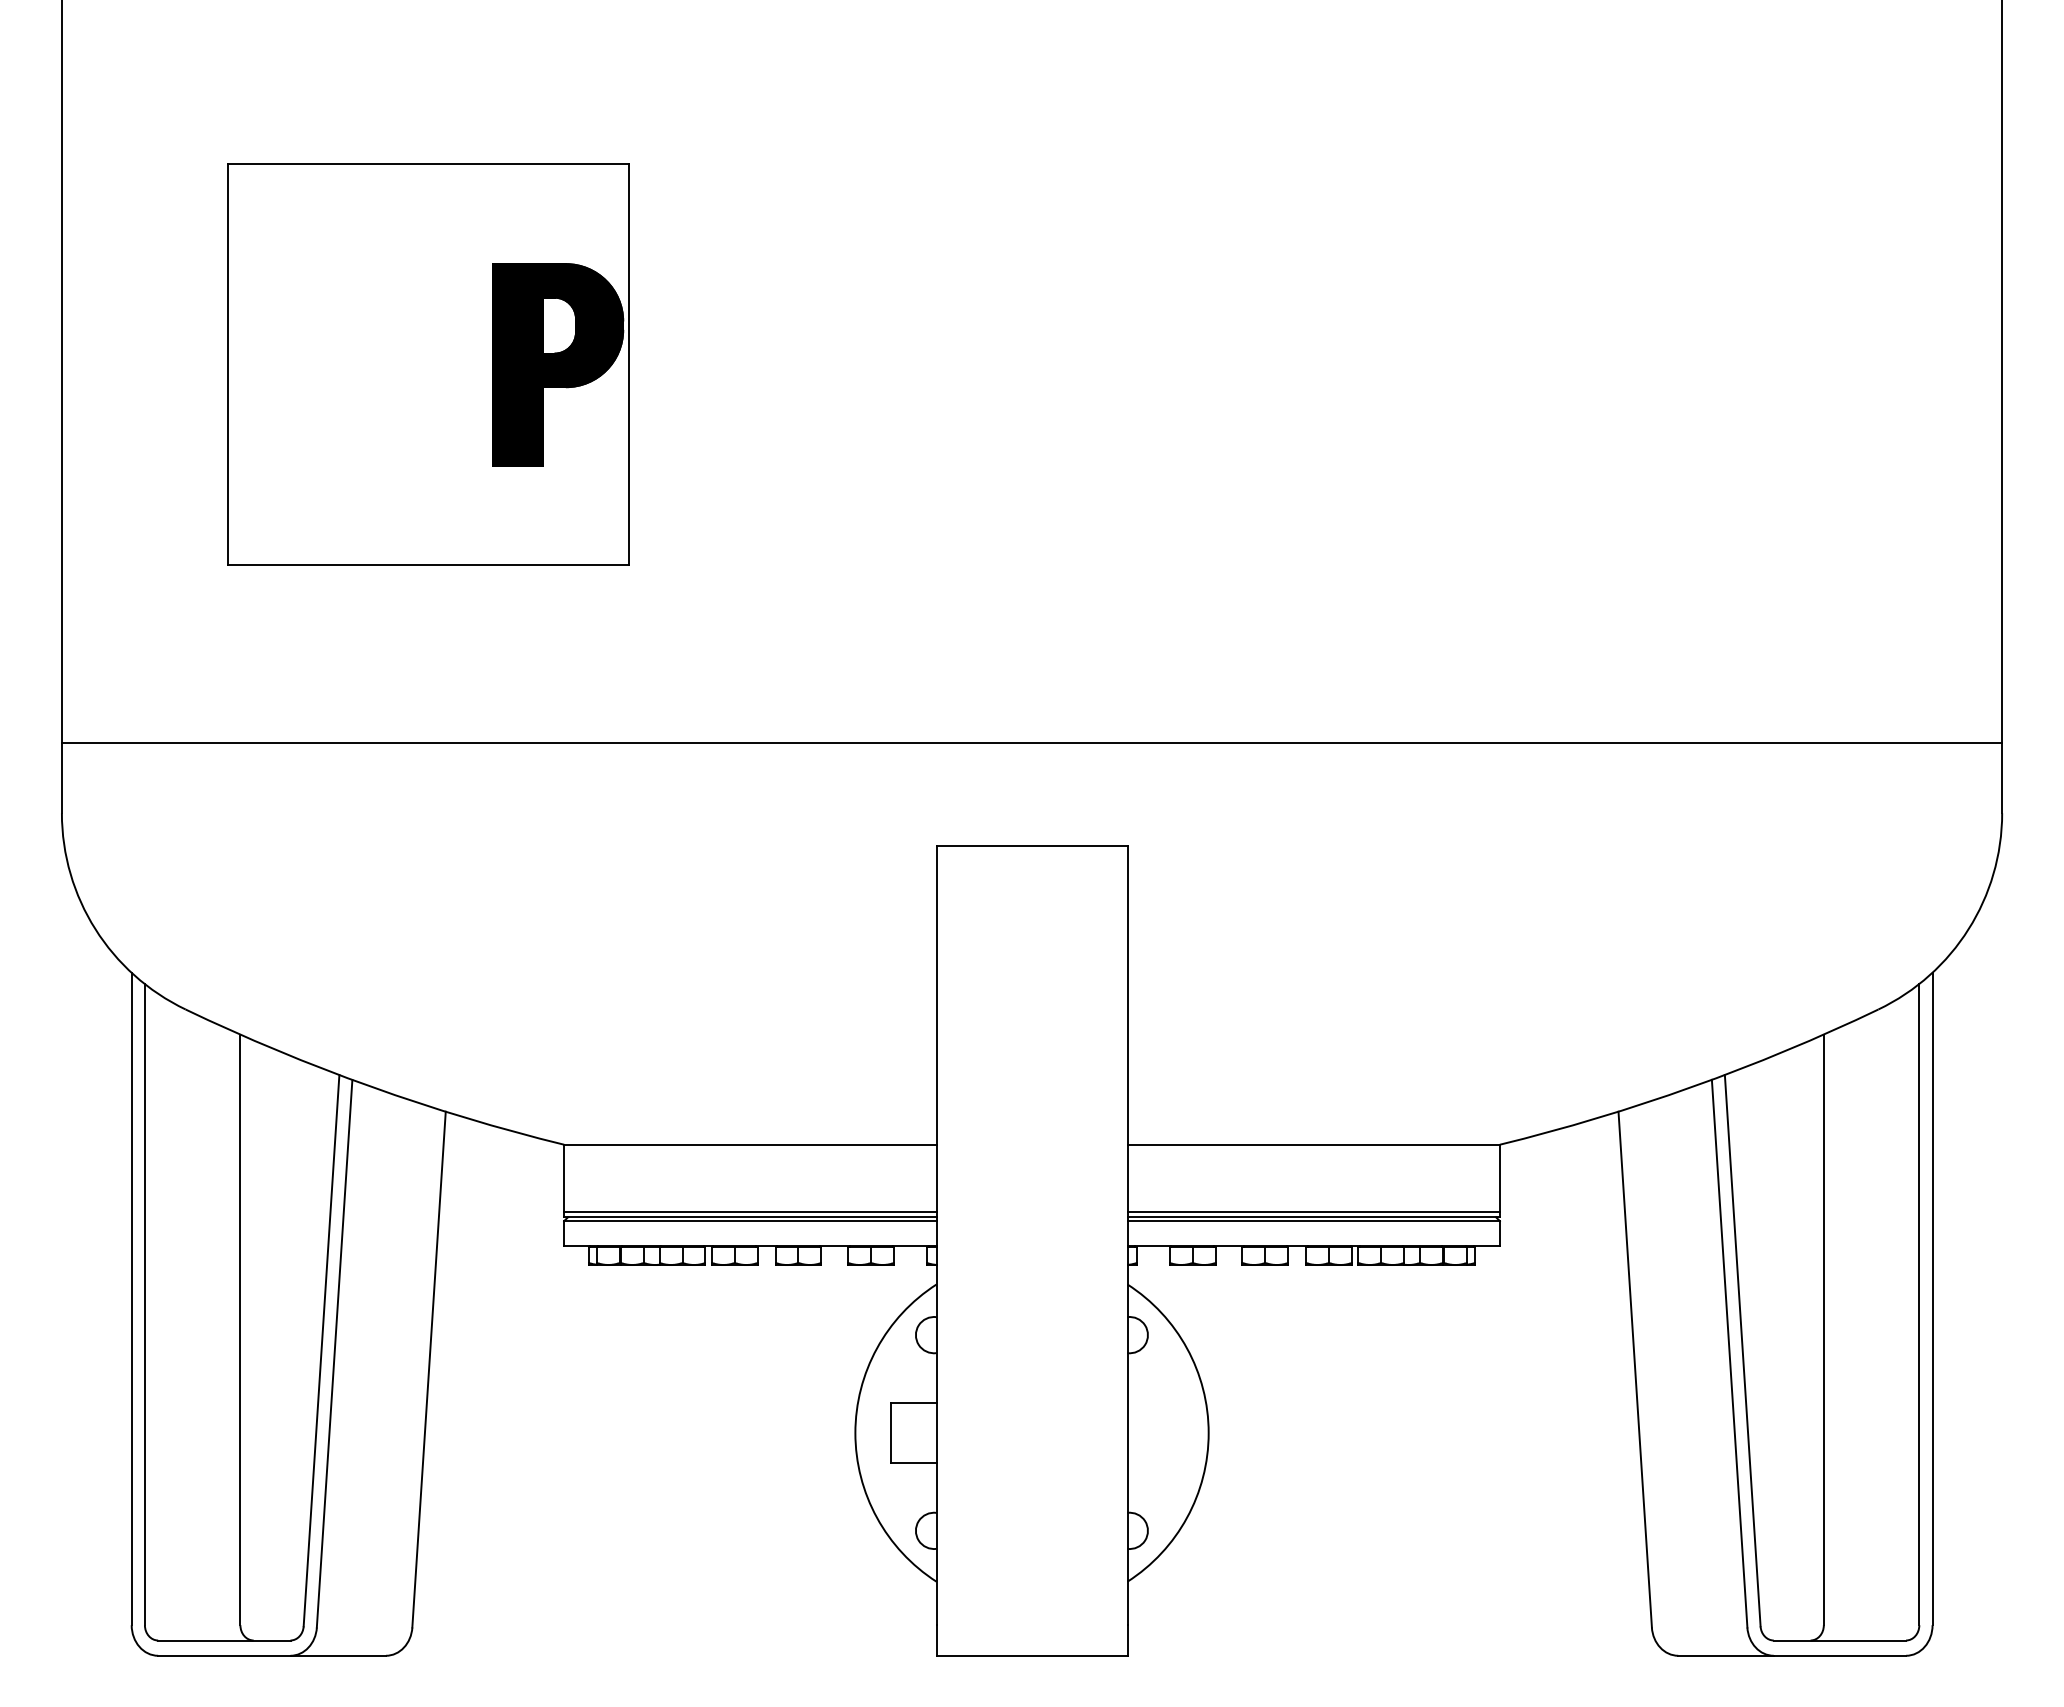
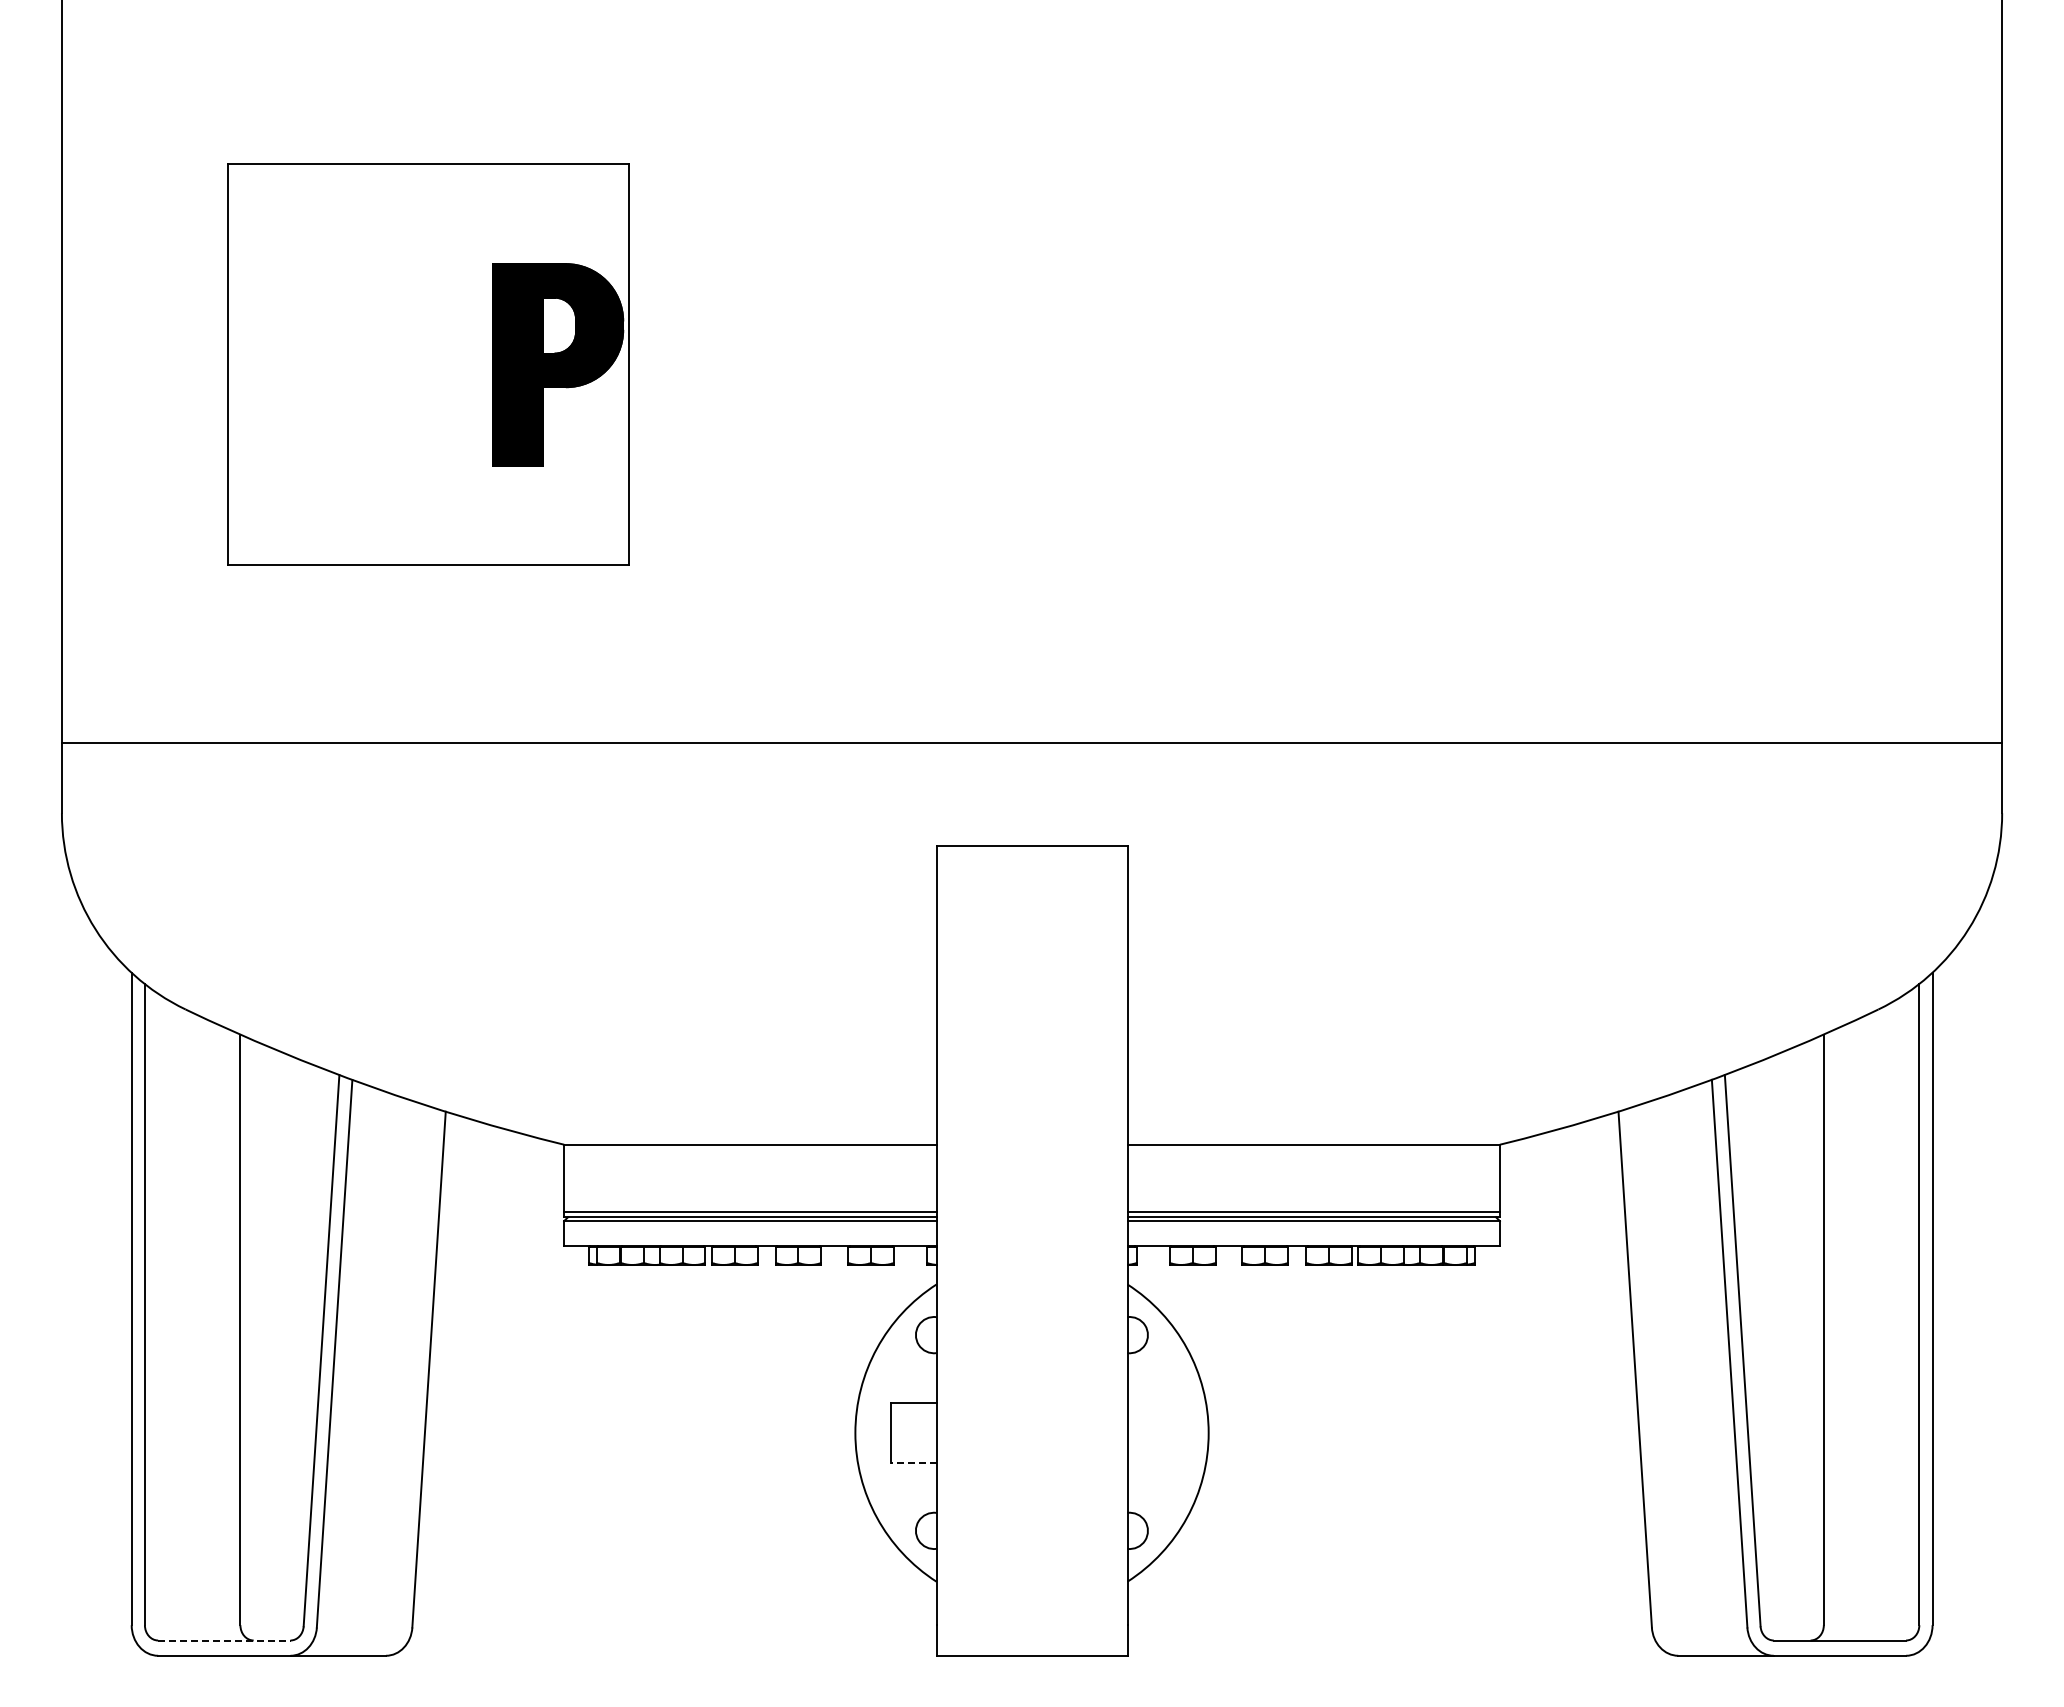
line at (913, 1463): solid -> dashed
line at (224, 1640): solid -> dashed
